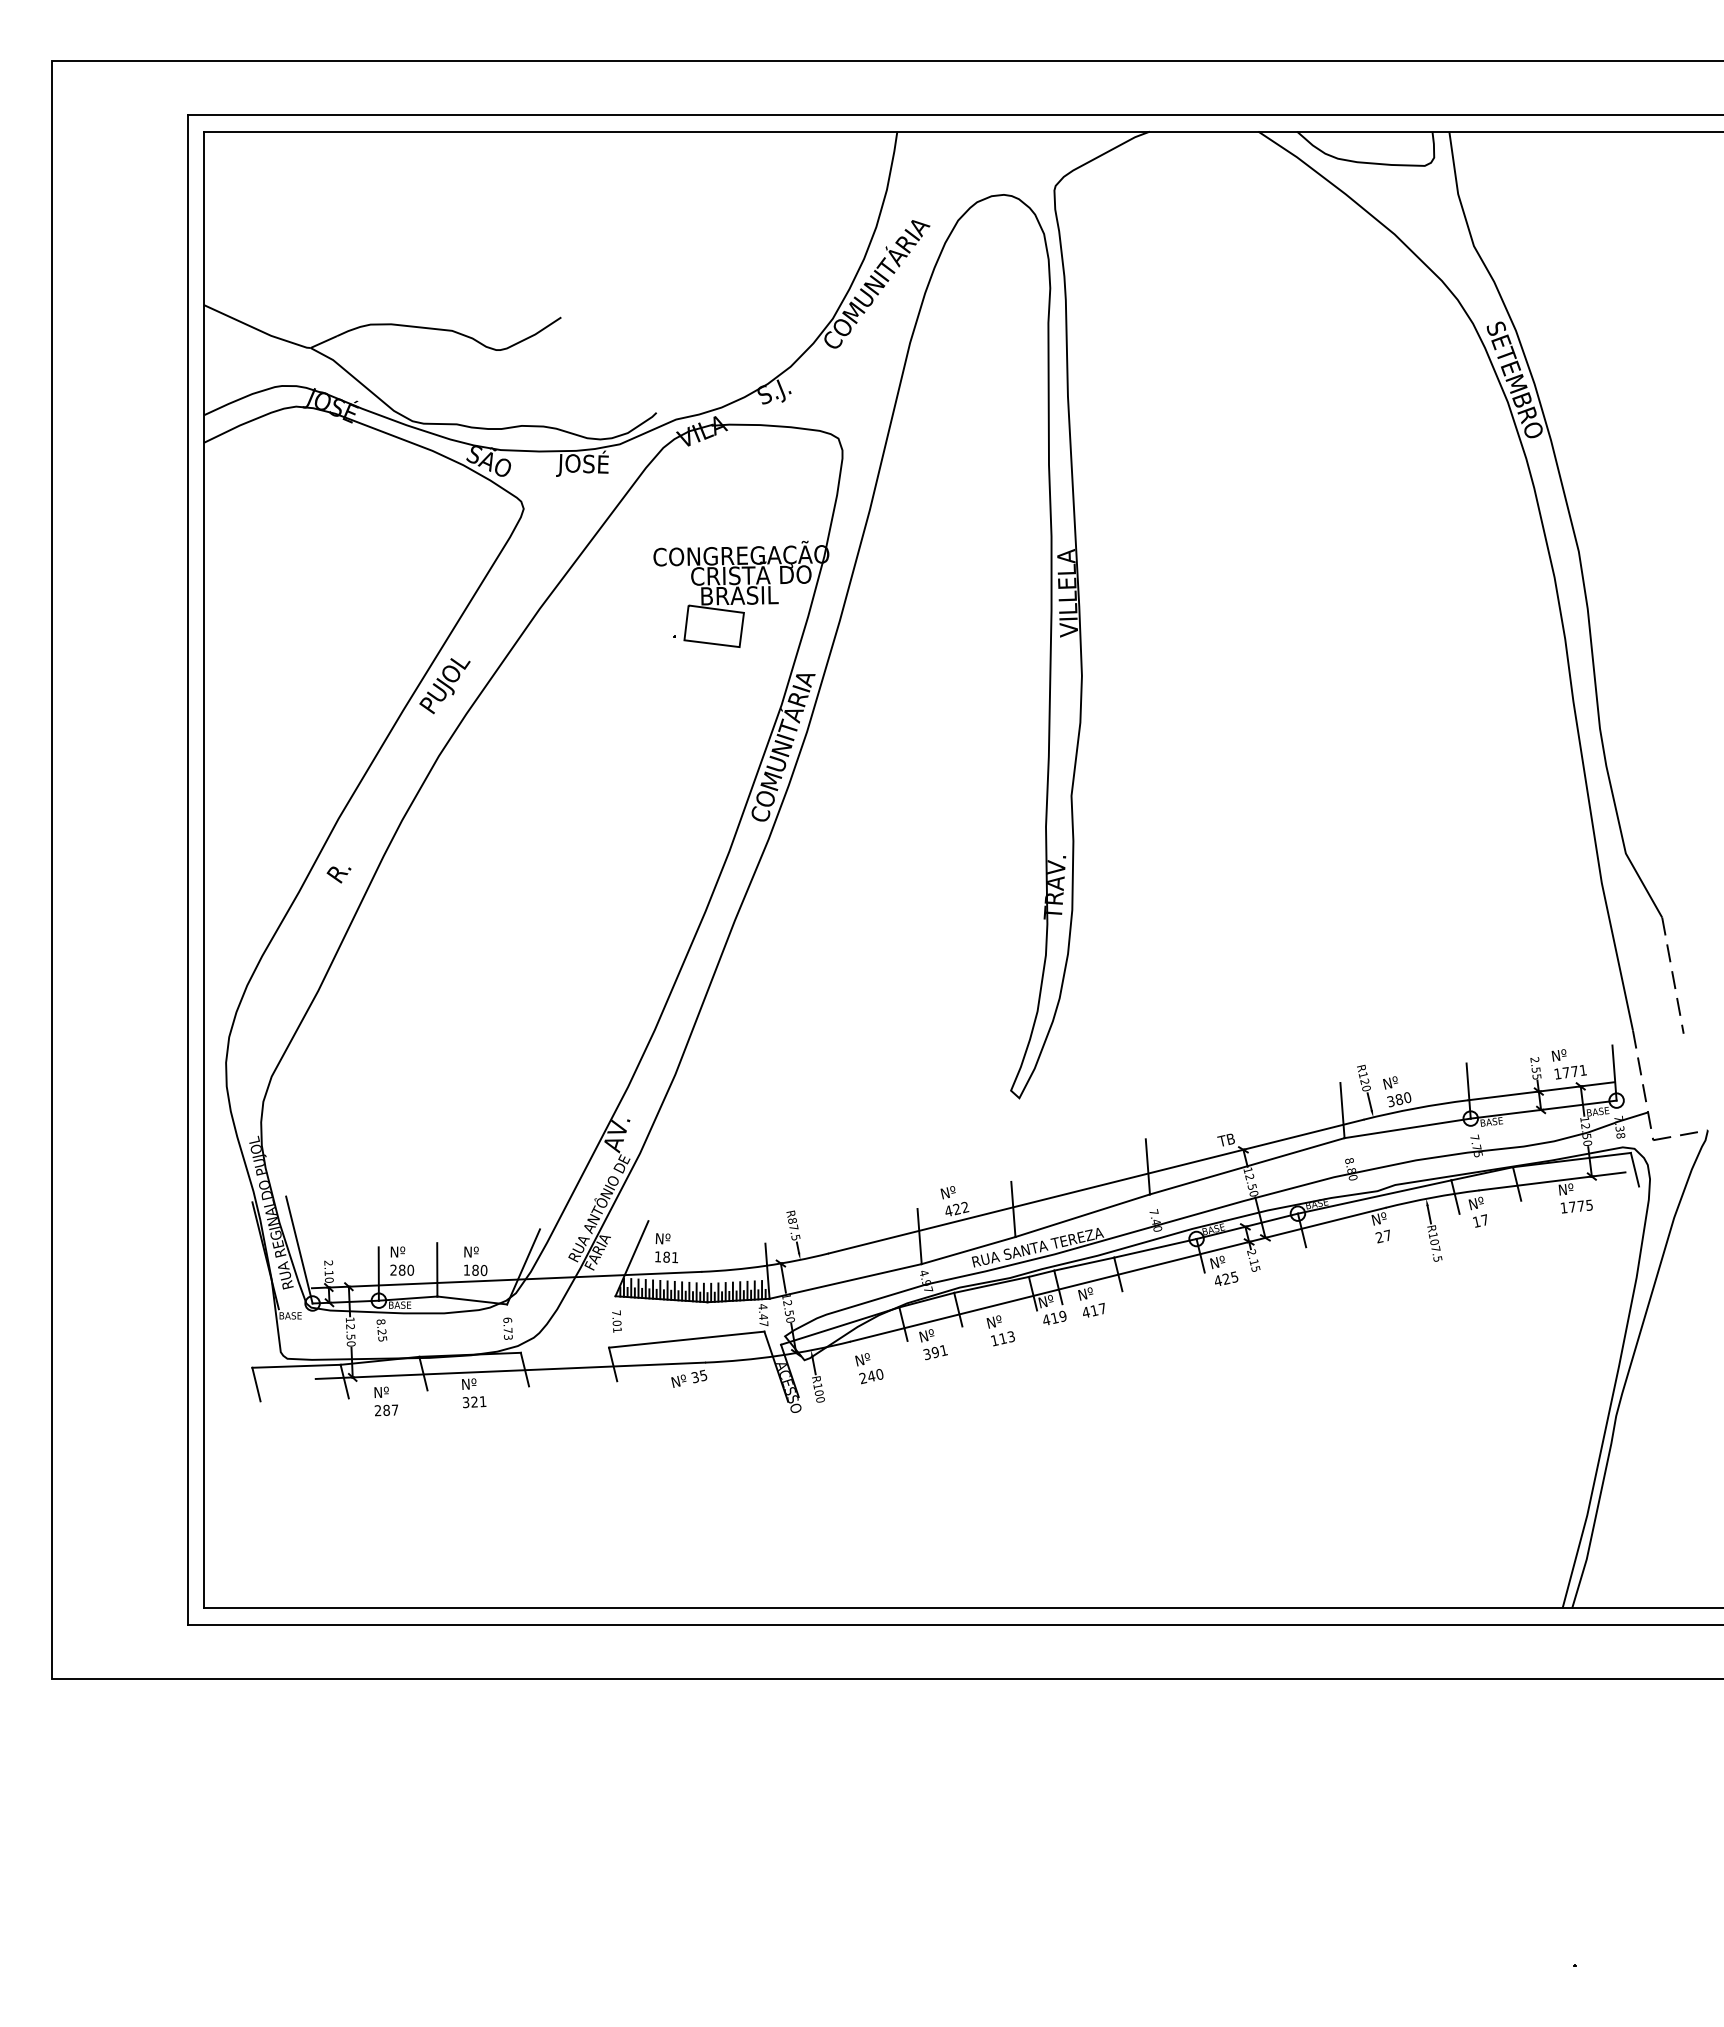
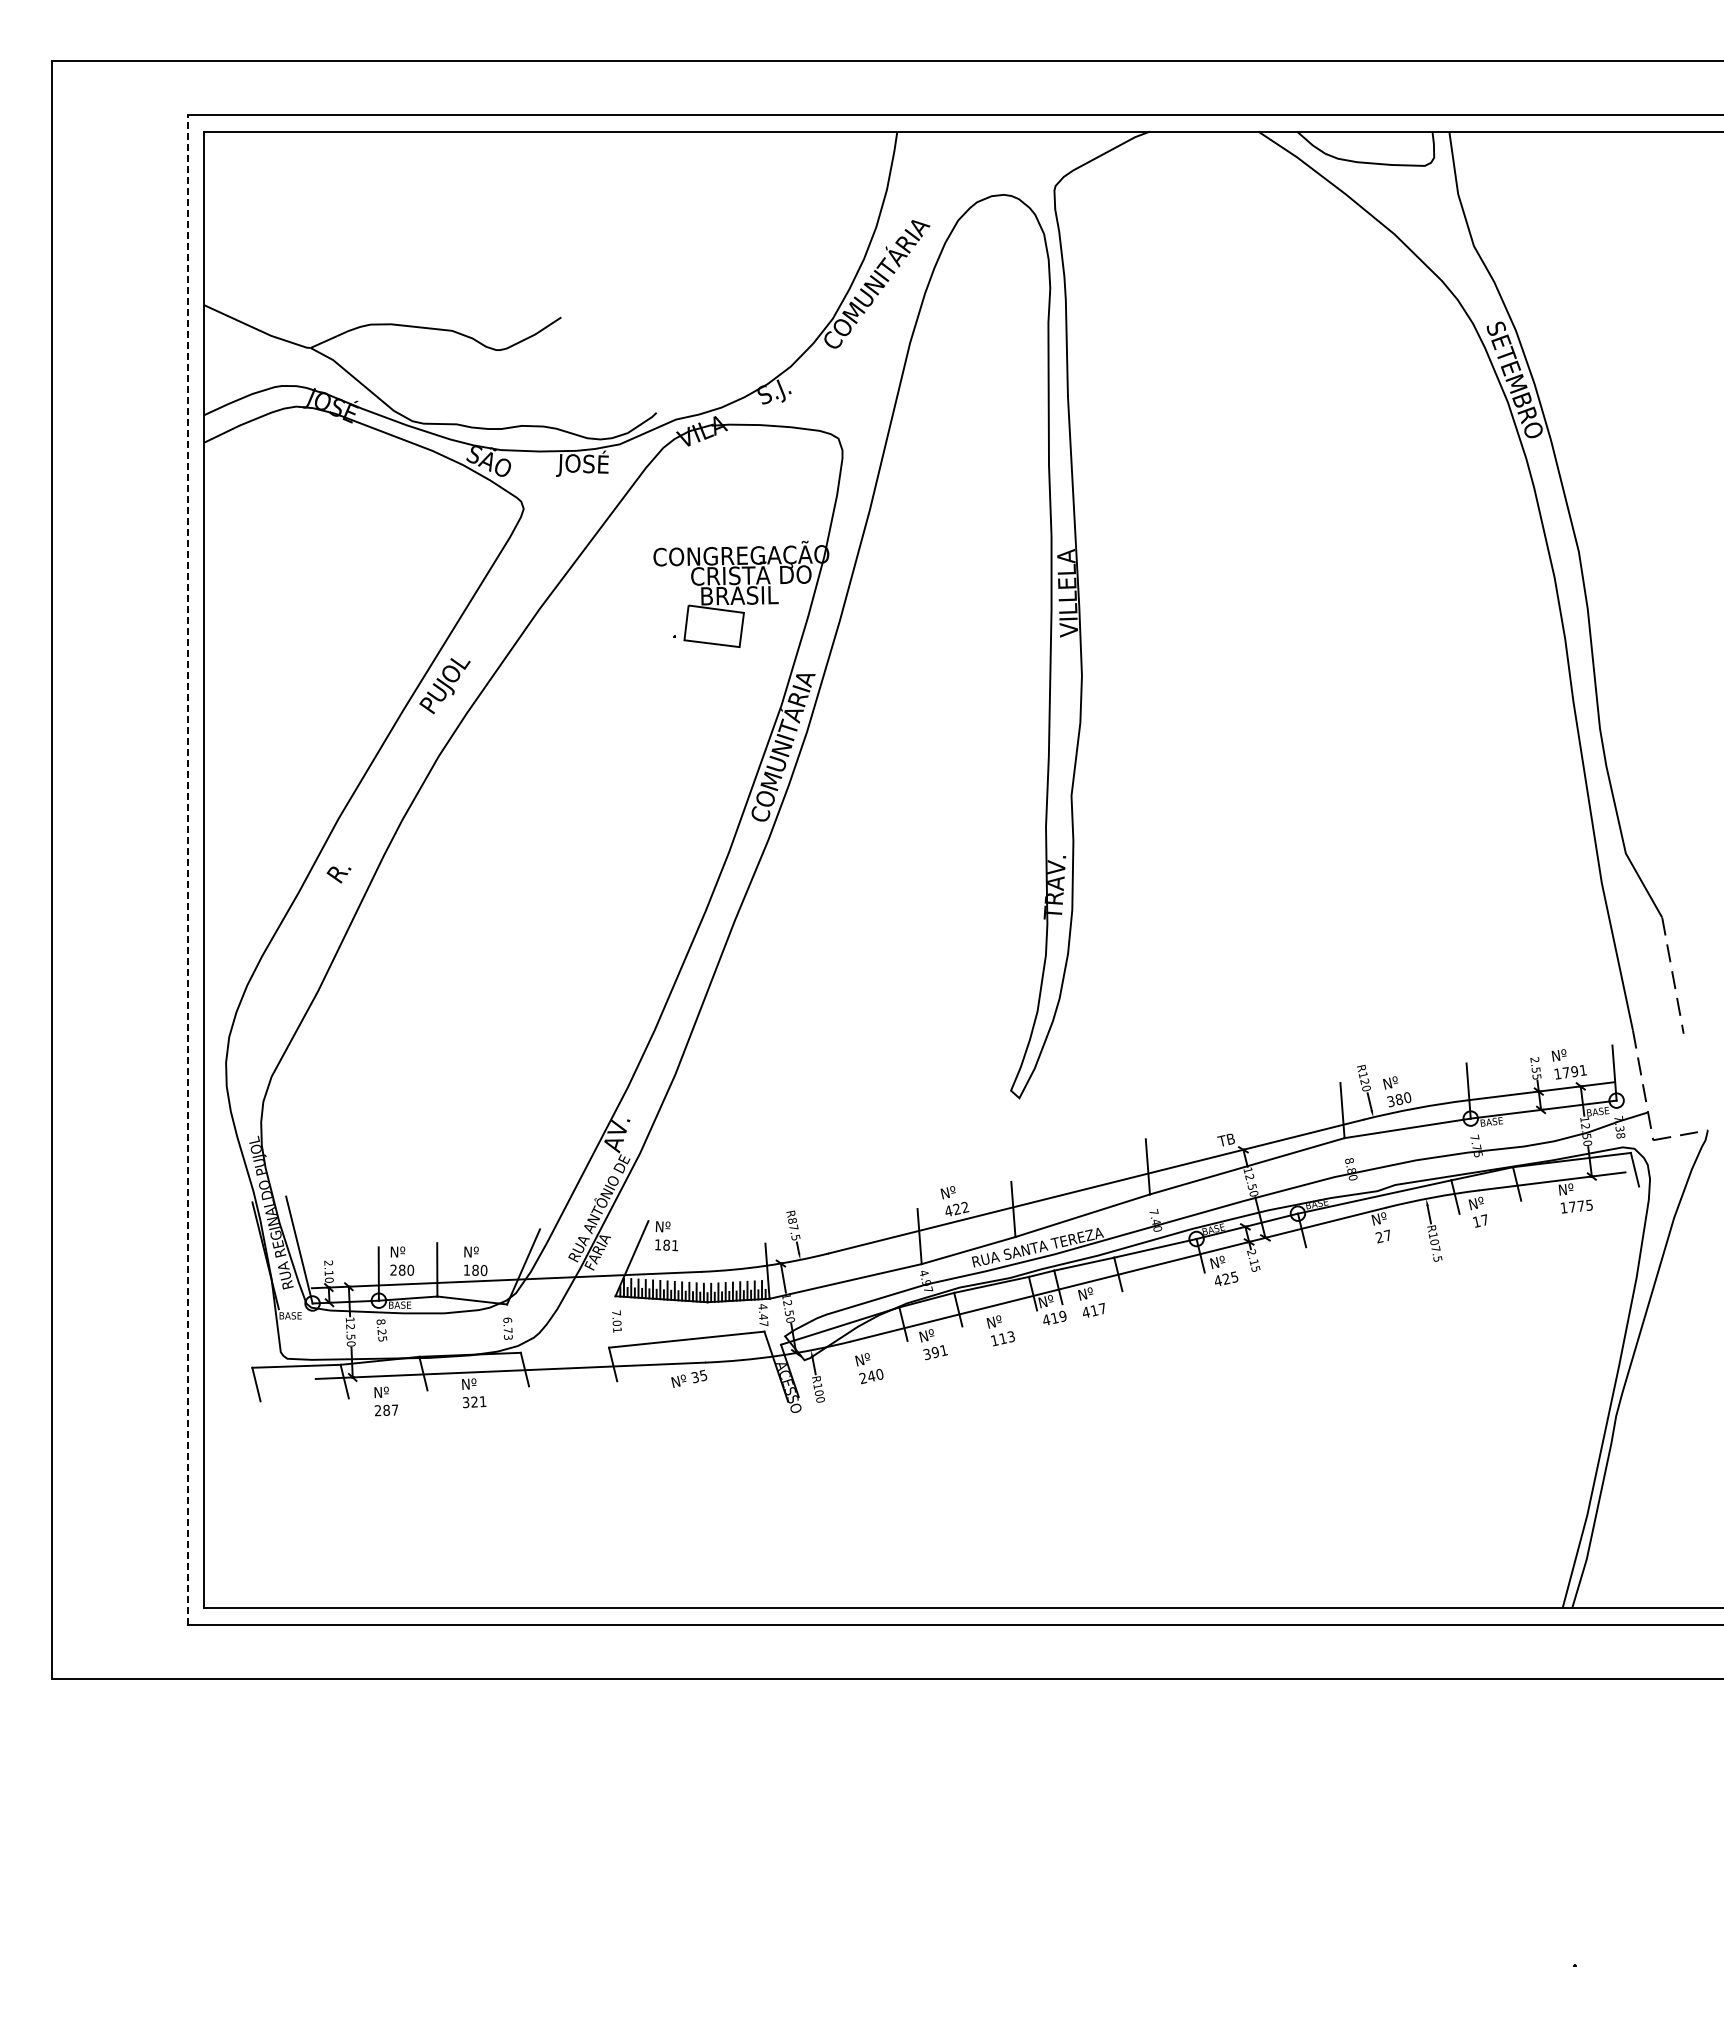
line at (188, 870): solid -> dashed
text at (1574, 1071): 1771 -> 1791
text at (666, 1248) position: (666, 1248) -> (666, 1236)
